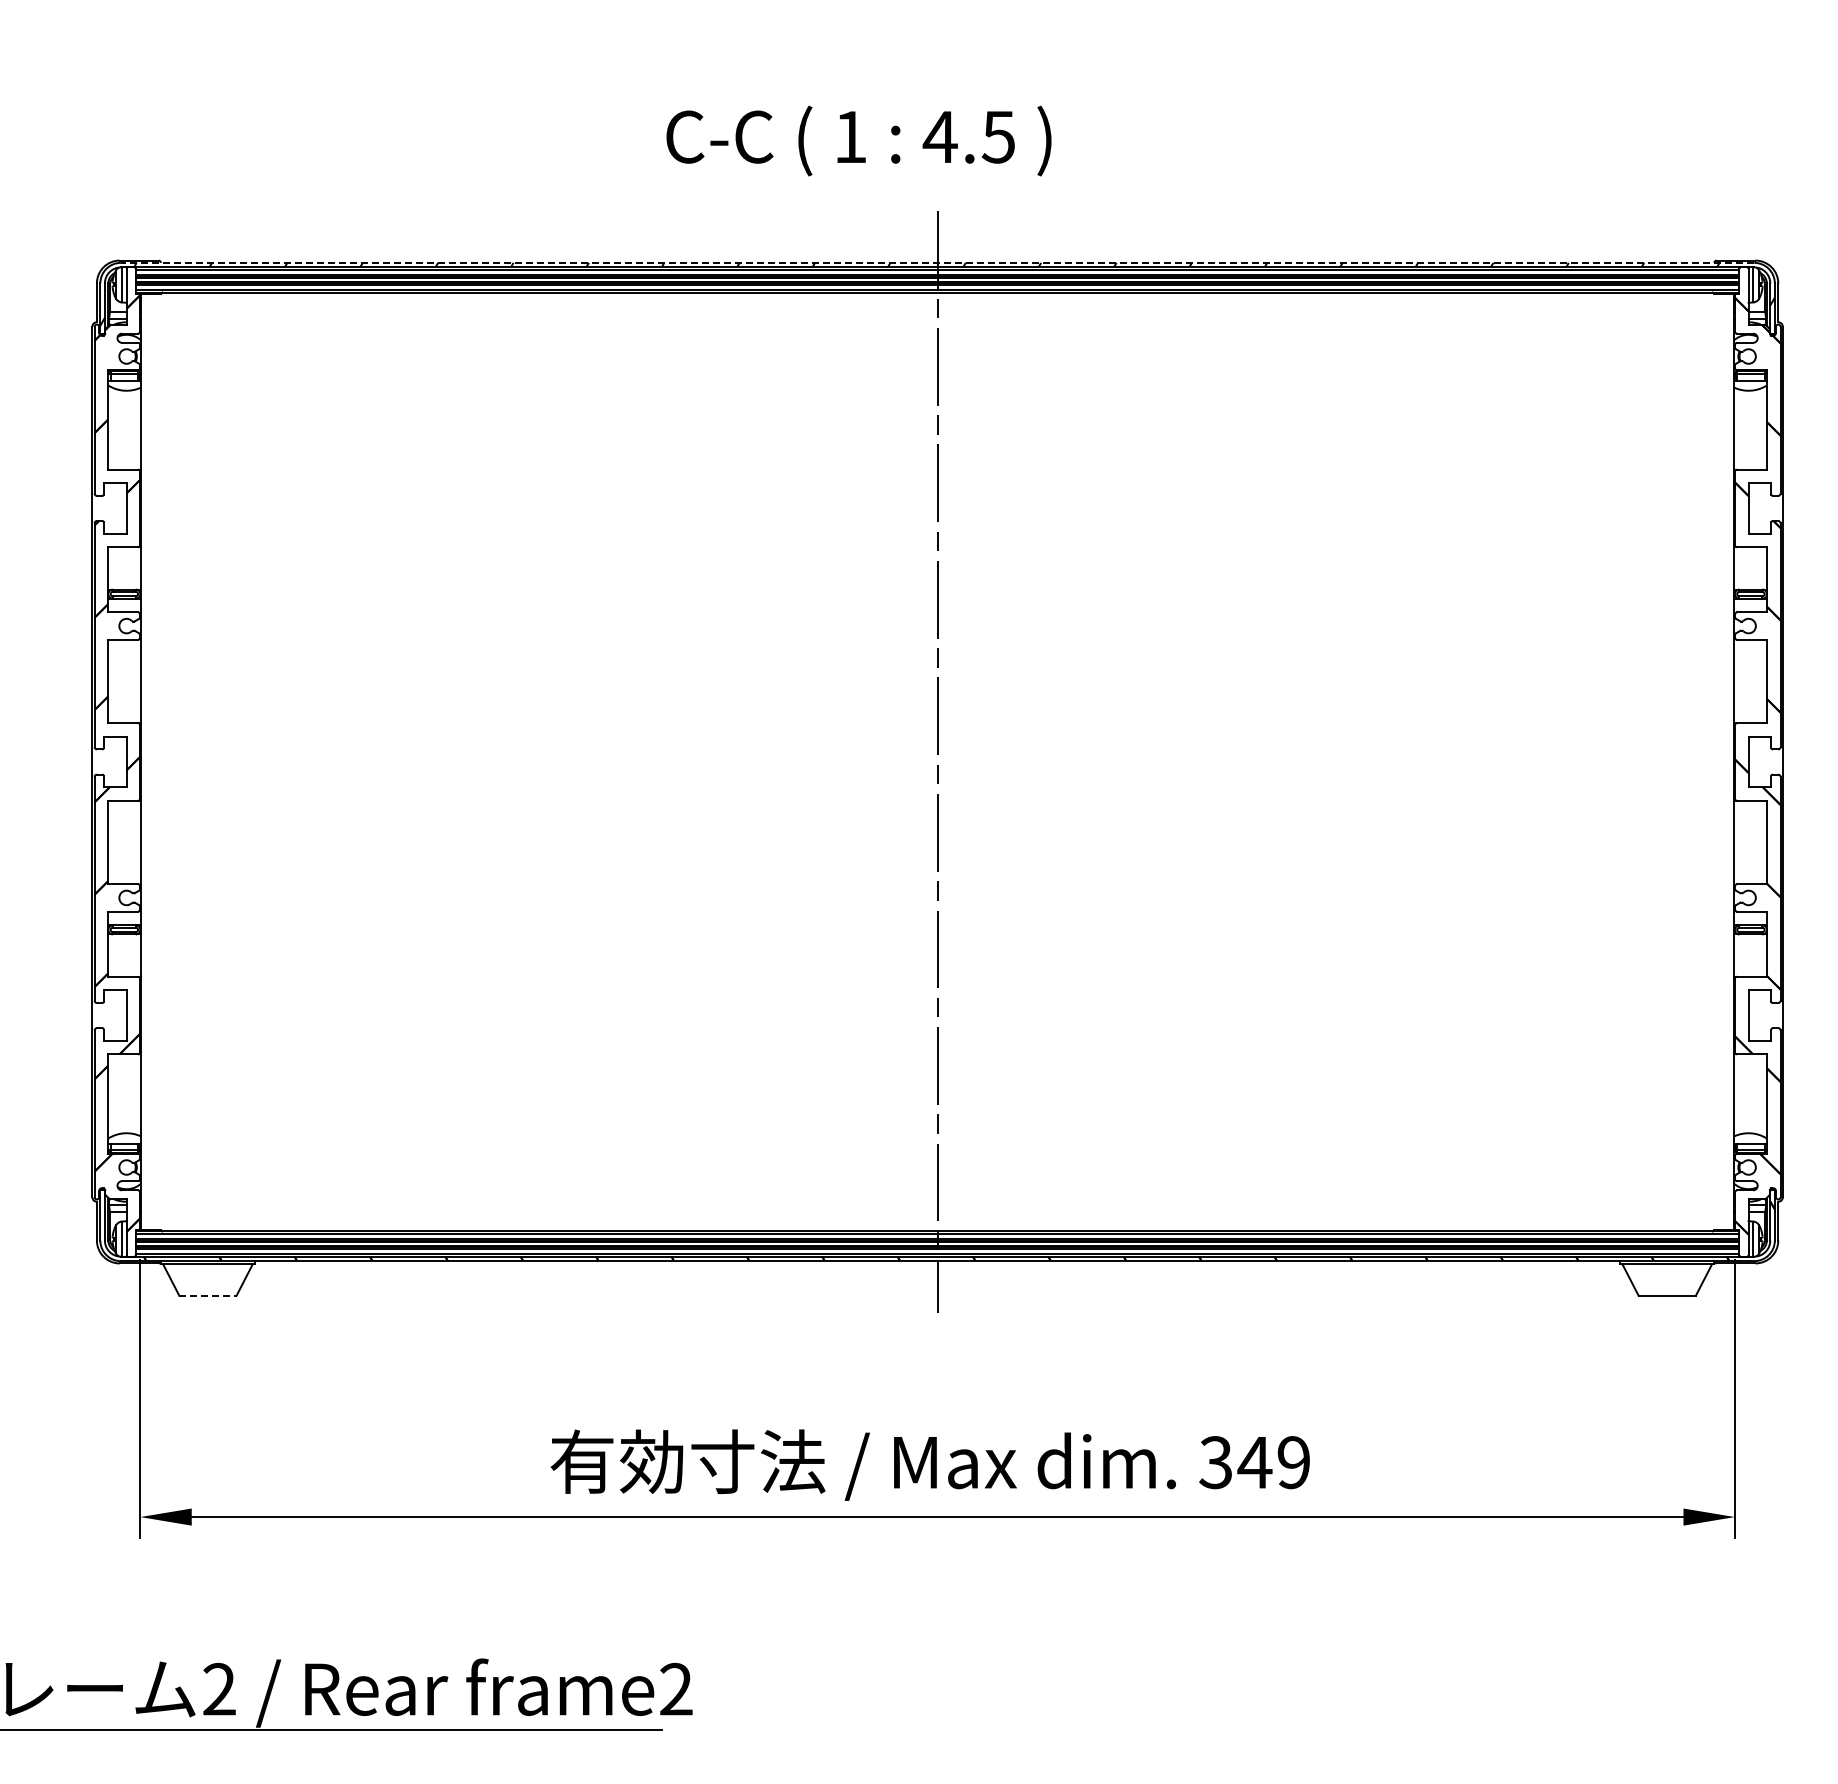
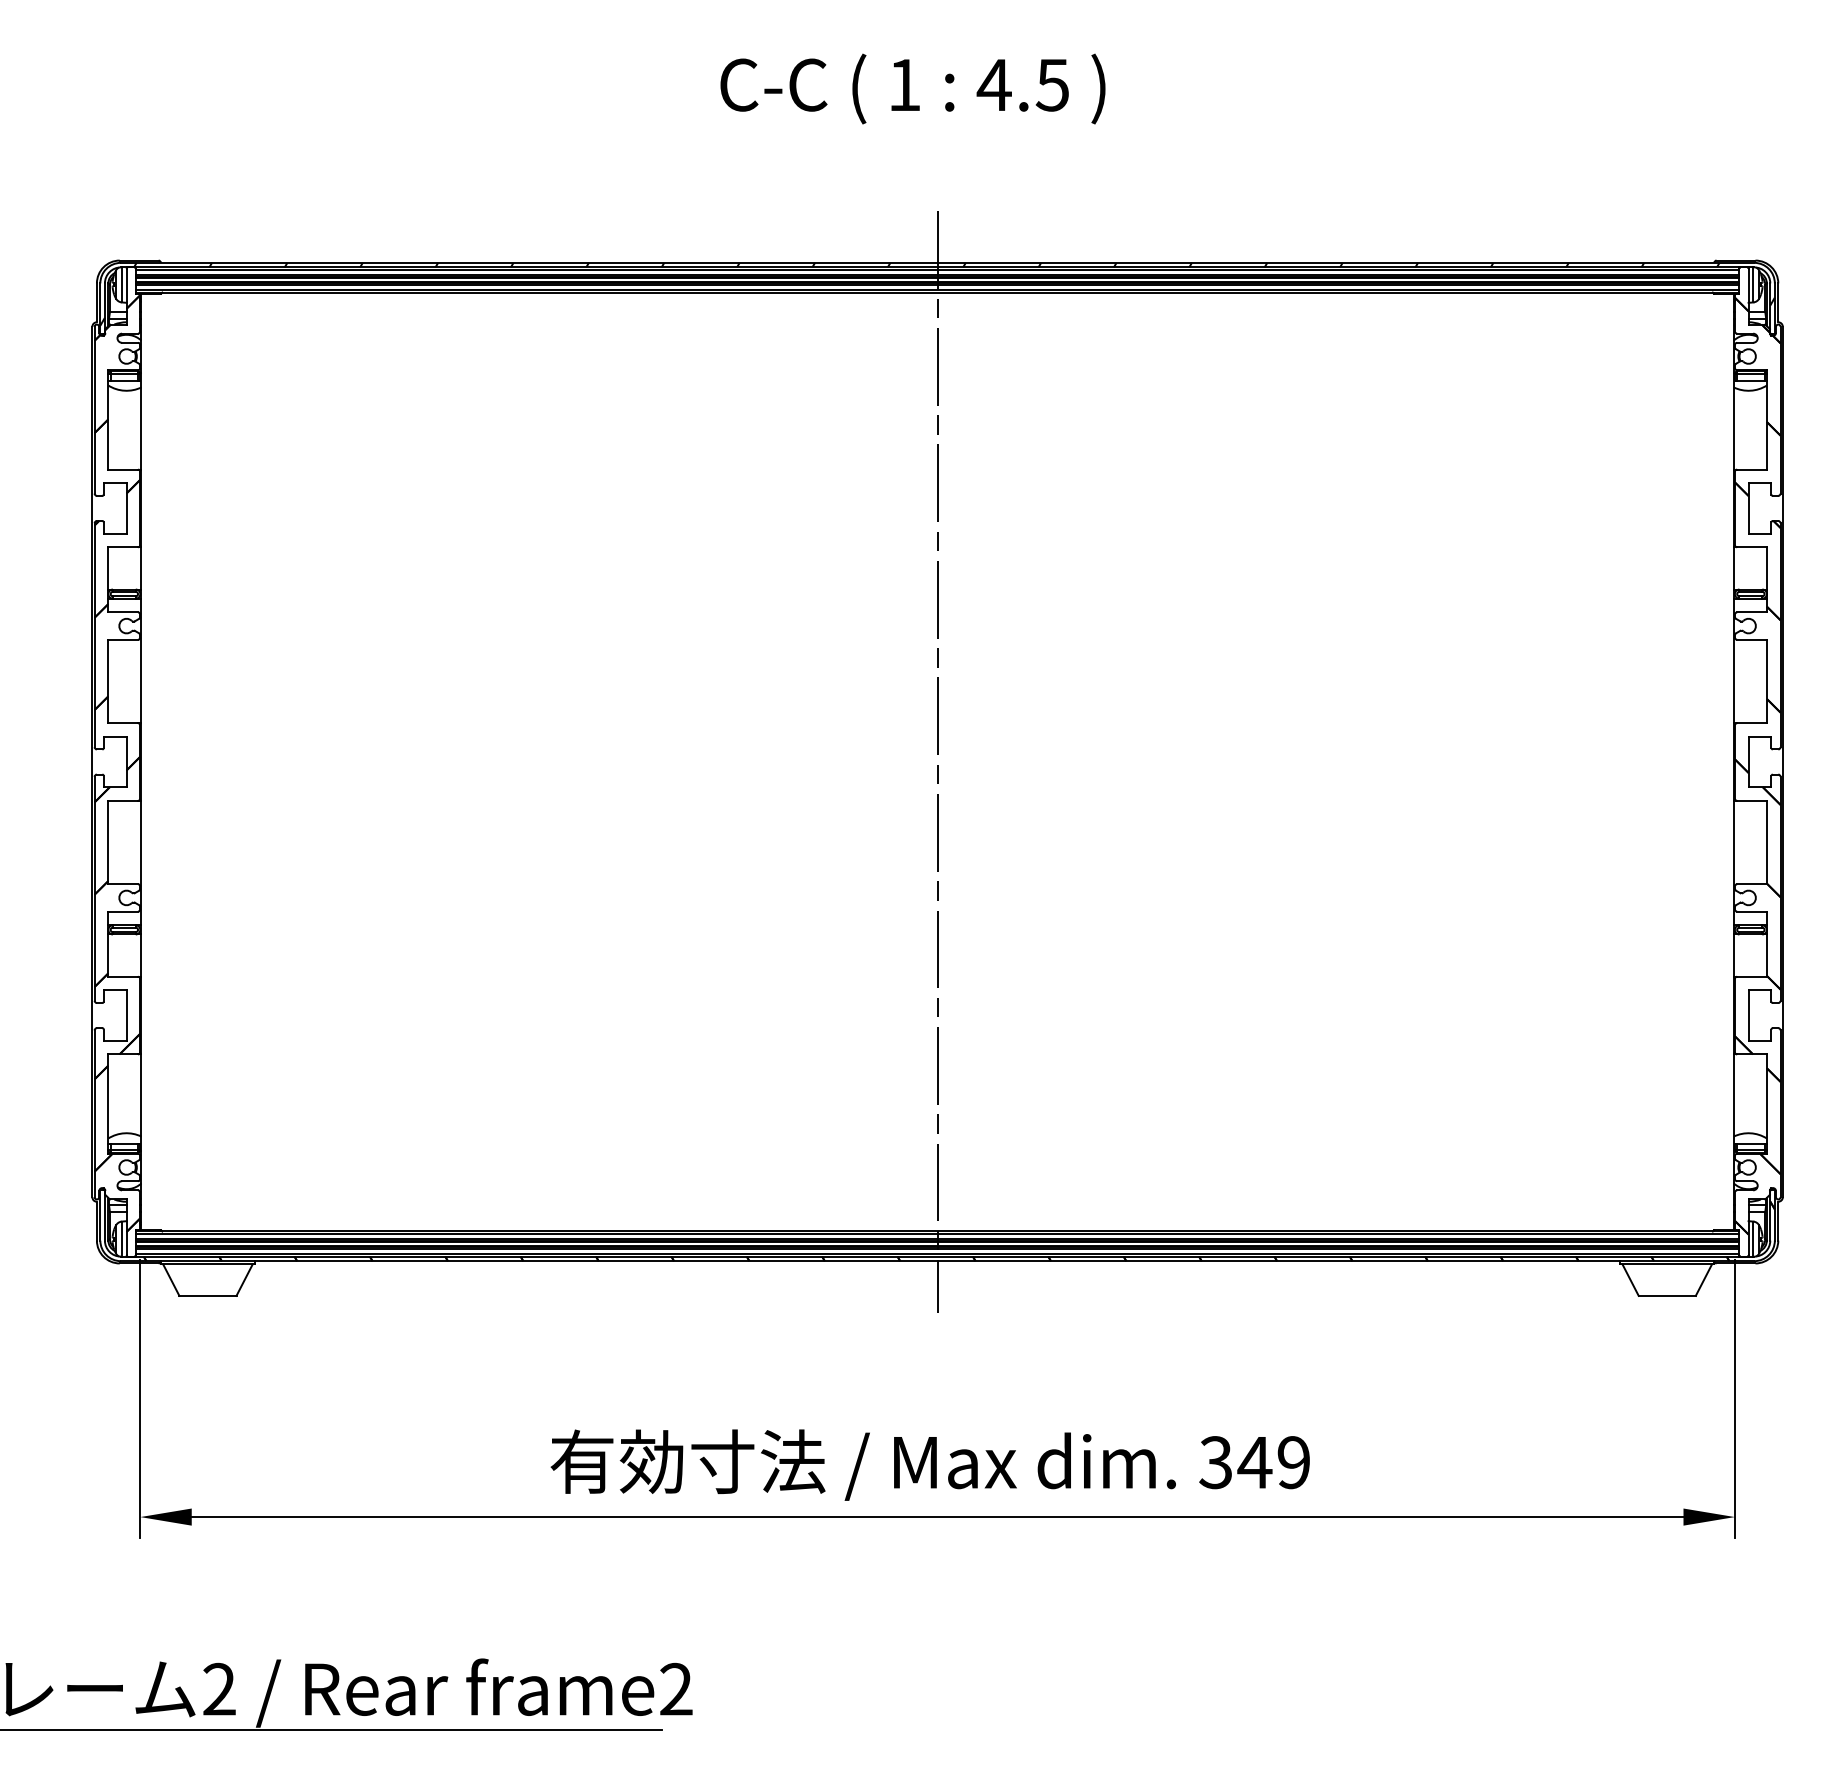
text at (858, 140) position: (858, 140) -> (912, 88)
line at (937, 262): dashed -> solid
line at (207, 1295): dashed -> solid
